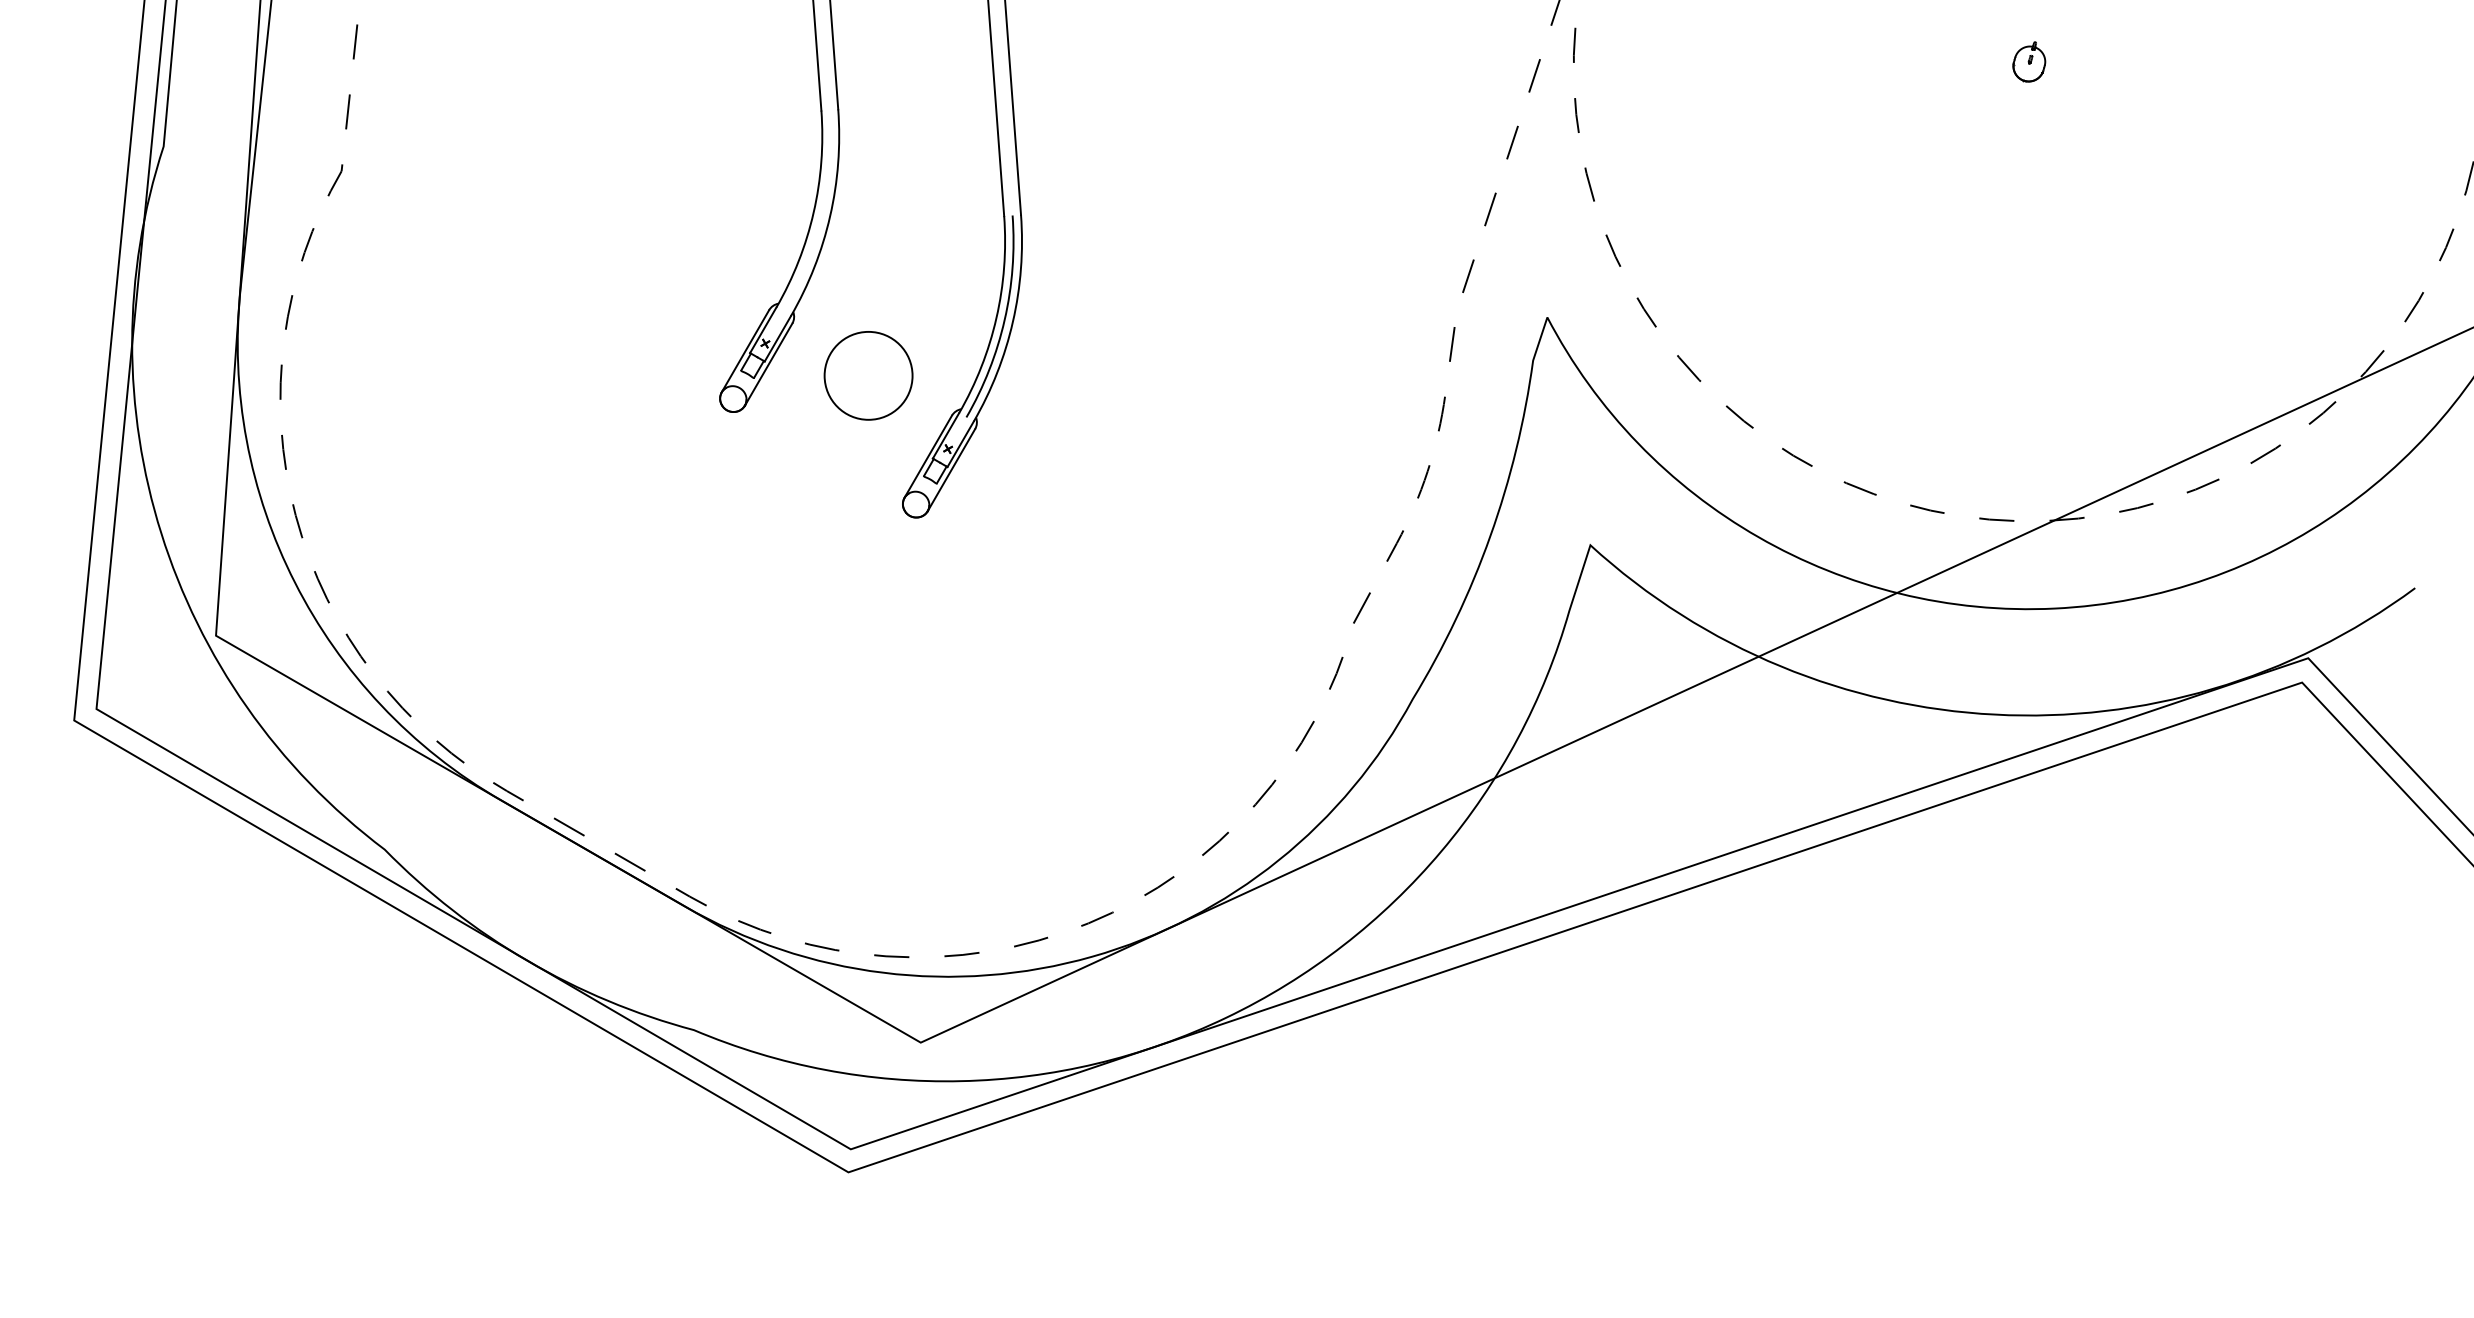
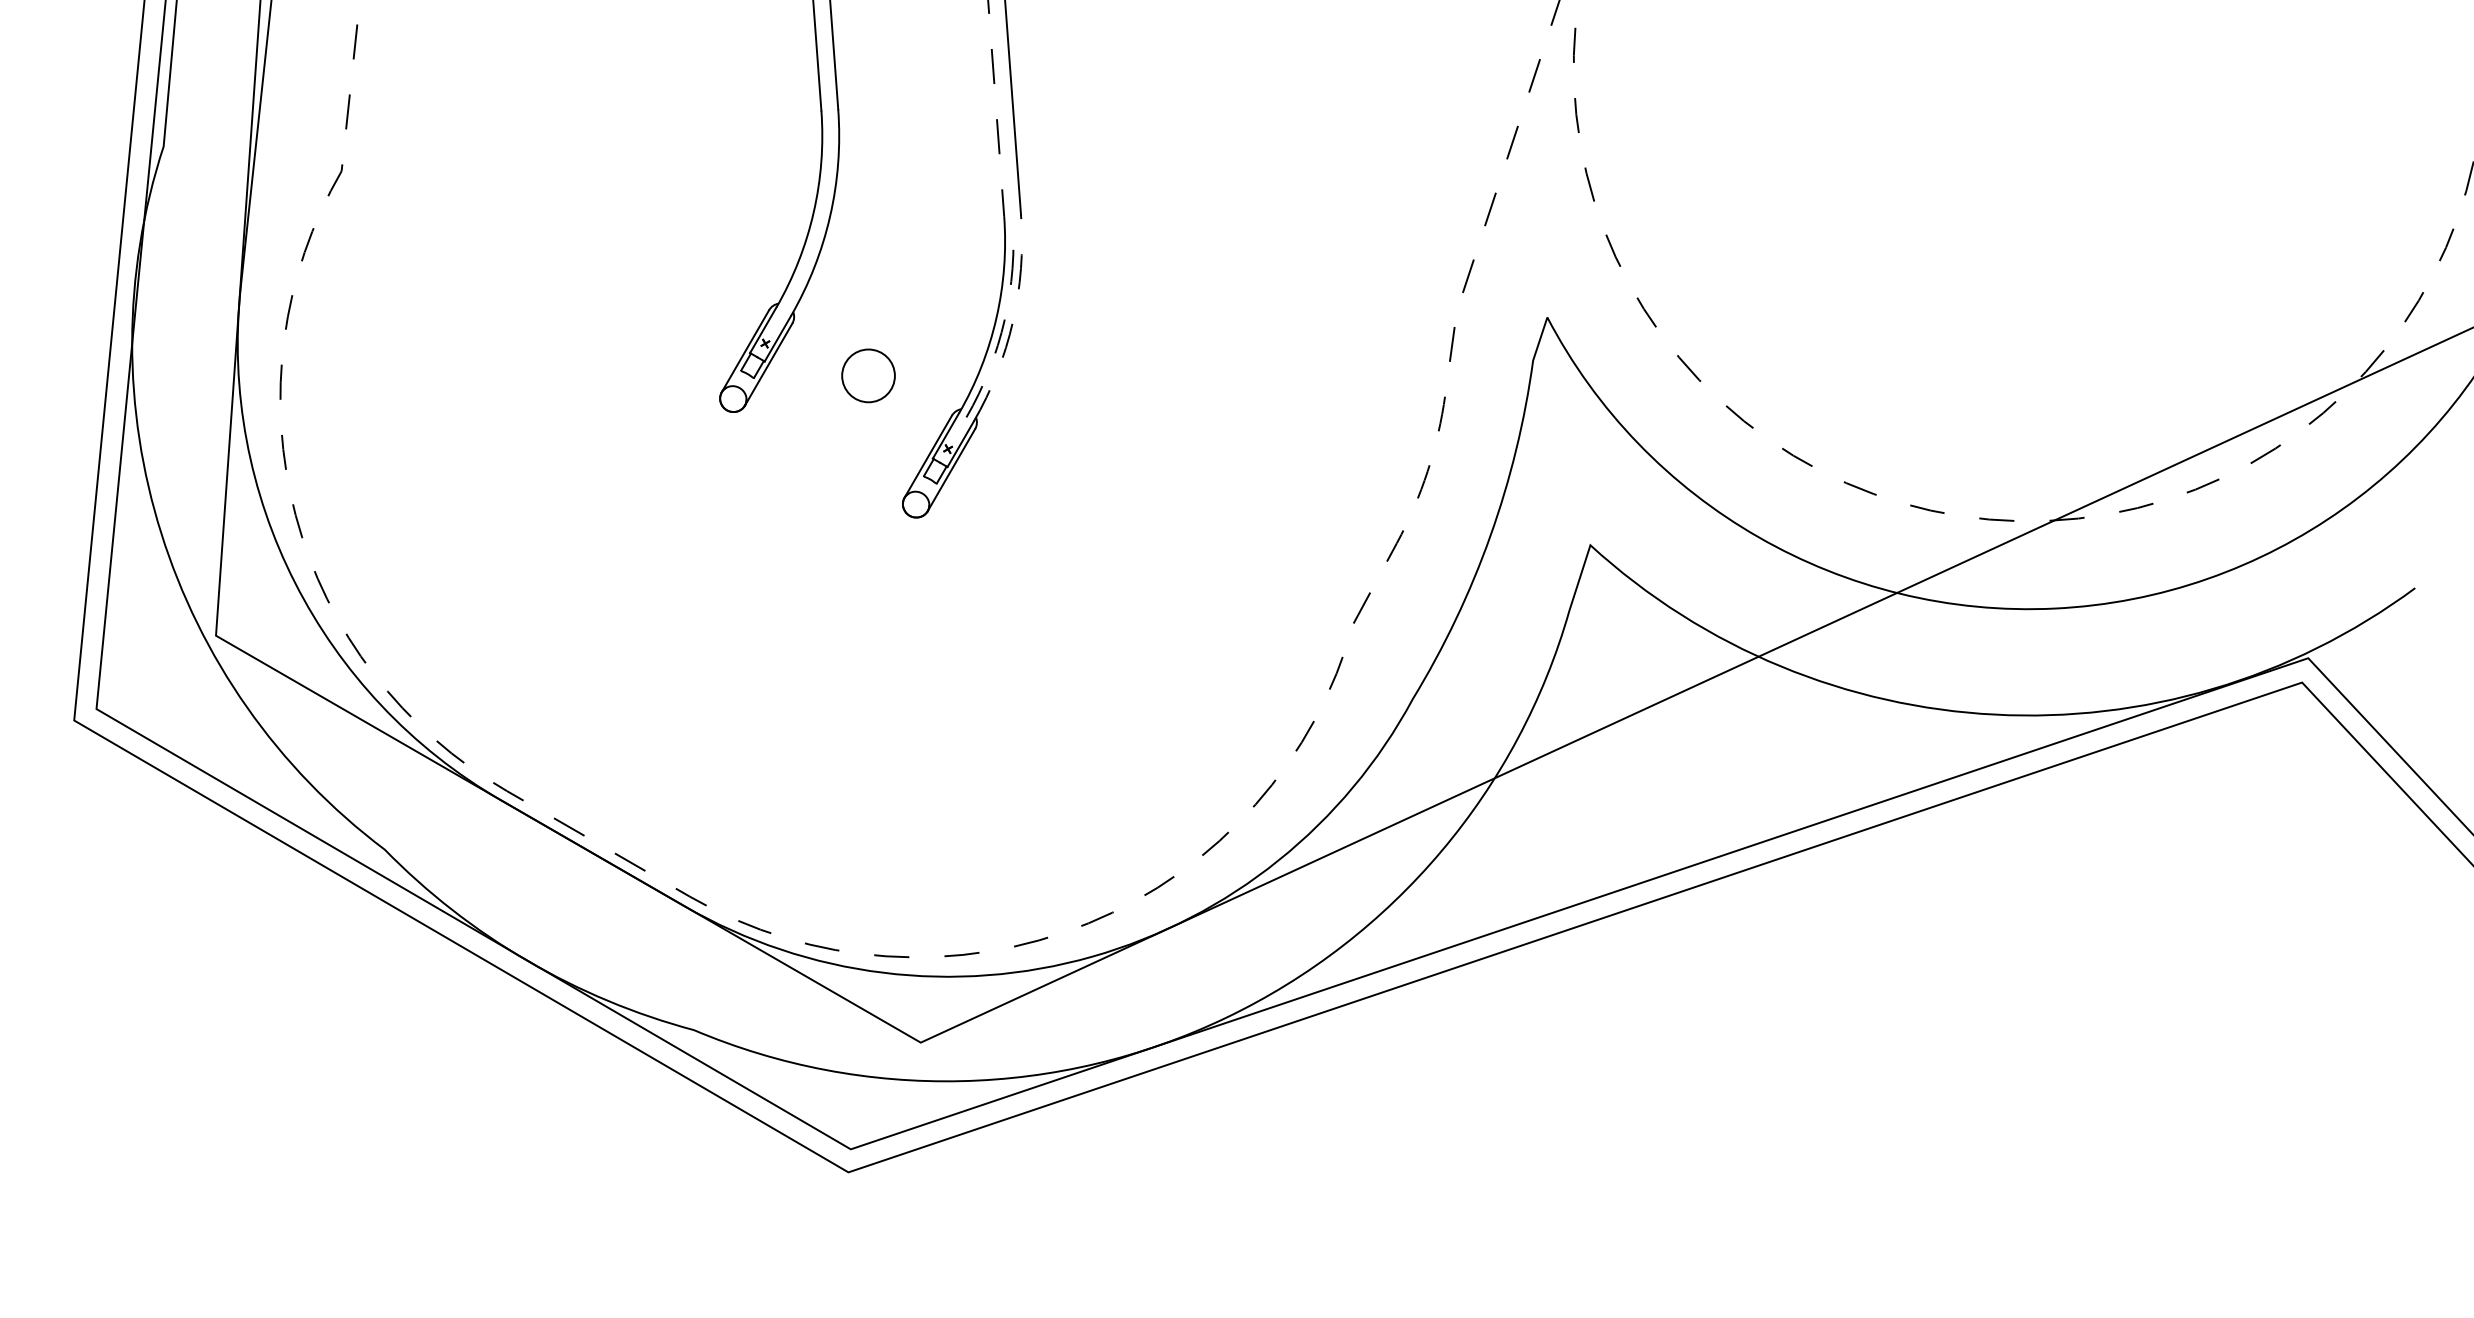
part at (2029, 61): present -> none
line at (996, 108): solid -> dashed
arc at (1004, 319): solid -> dashed
arc at (1012, 321): solid -> dashed
circle at (868, 375) size: 91x90 px -> 55x56 px
